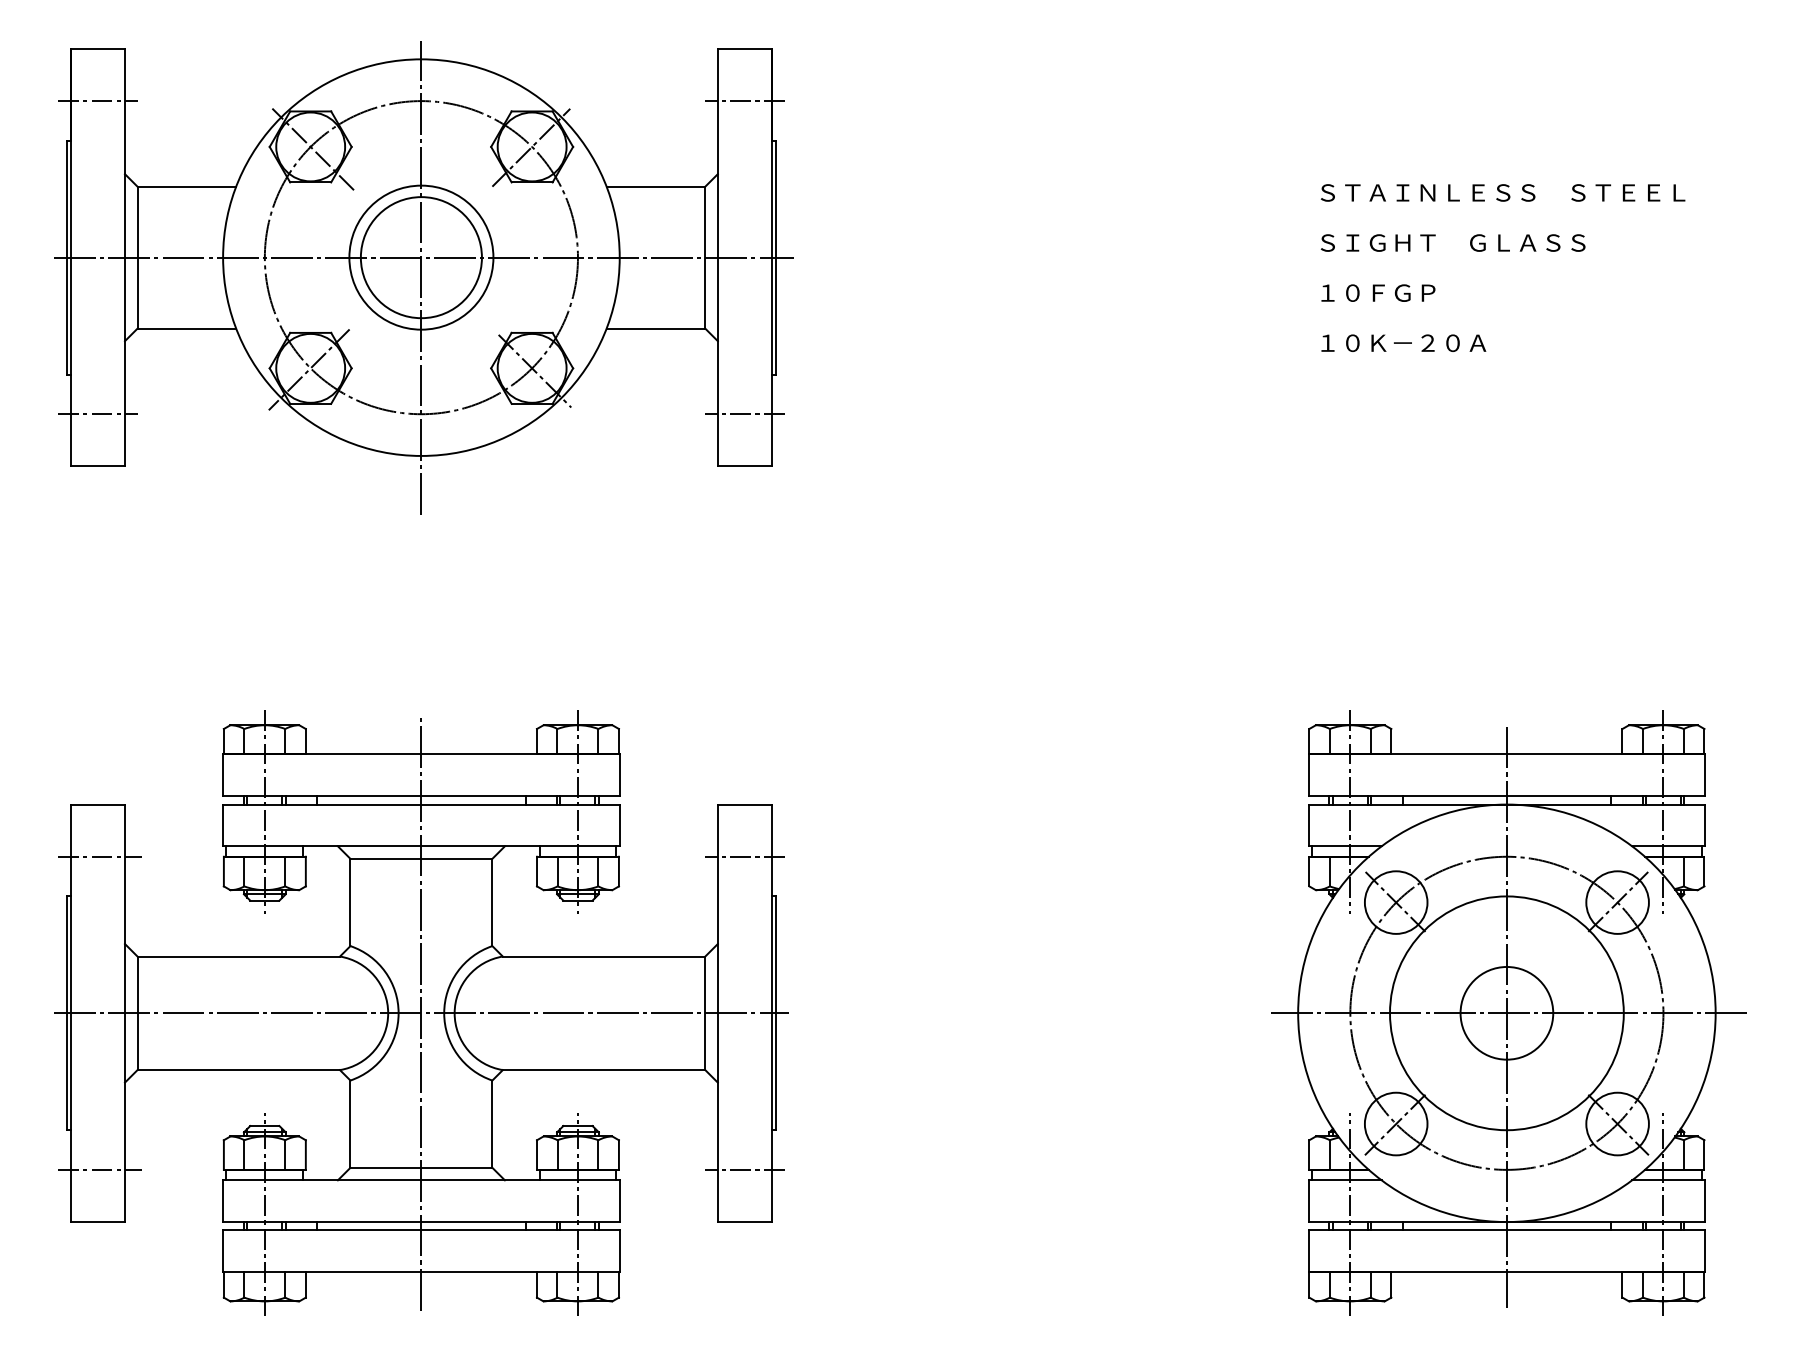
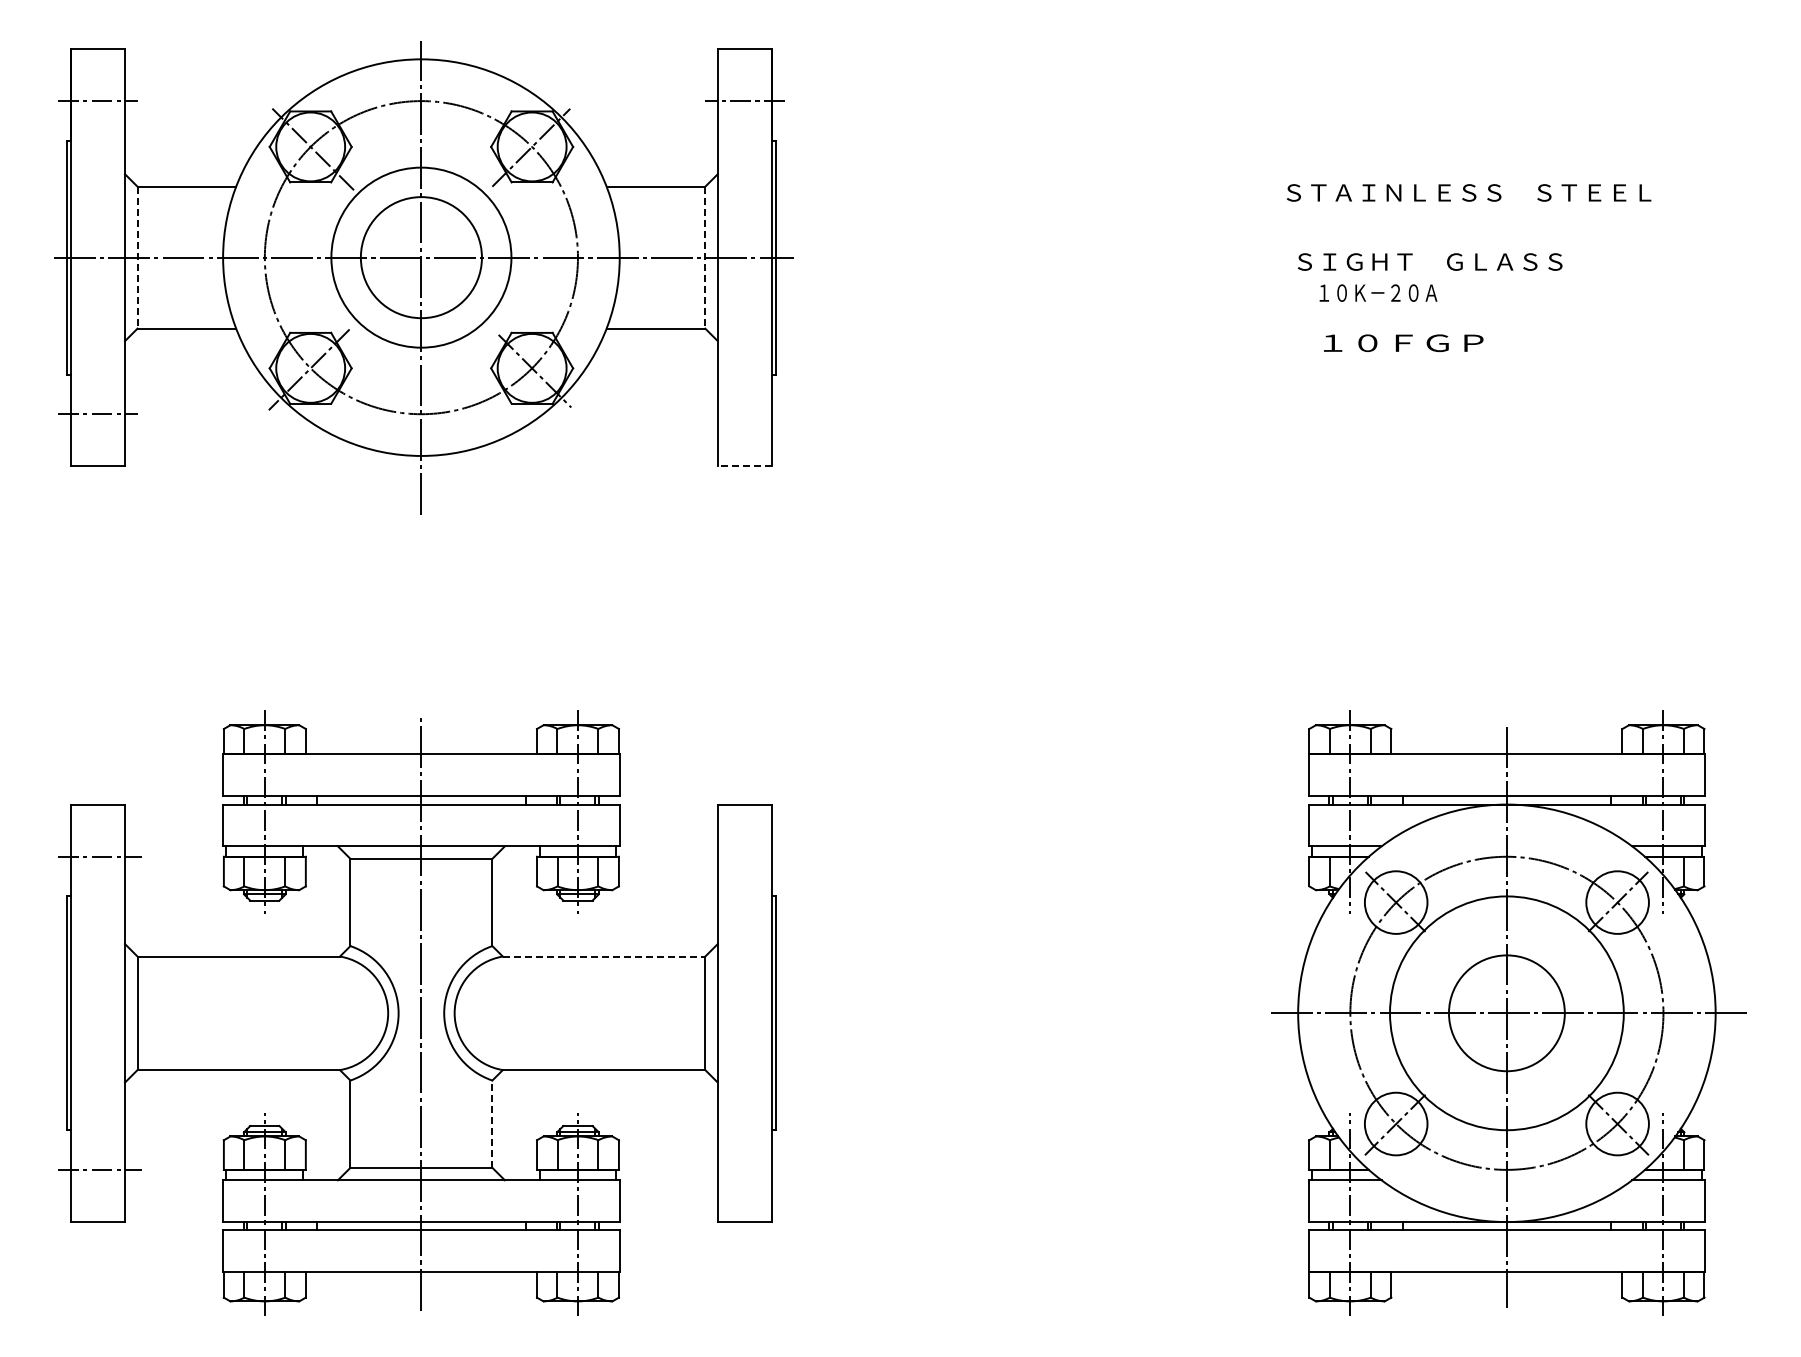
text at (1502, 192) position: (1502, 192) -> (1468, 192)
text at (1452, 242) position: (1452, 242) -> (1429, 261)
line at (137, 257): solid -> dashed
circle at (421, 257) diameter: 144 px -> 180 px
line at (705, 257): solid -> dashed
text at (1378, 292): １０ＦＧＰ -> １０Ｋ－２０Ａ
text at (1403, 343): １０Ｋ－２０Ａ -> １０ＦＧＰ
line at (744, 414): present -> none
line at (744, 466): solid -> dashed
line at (744, 856): present -> none
line at (604, 956): solid -> dashed
circle at (1506, 1012) diameter: 93 px -> 116 px
line at (421, 1013): present -> none
line at (492, 1124): solid -> dashed
line at (744, 1169): present -> none
